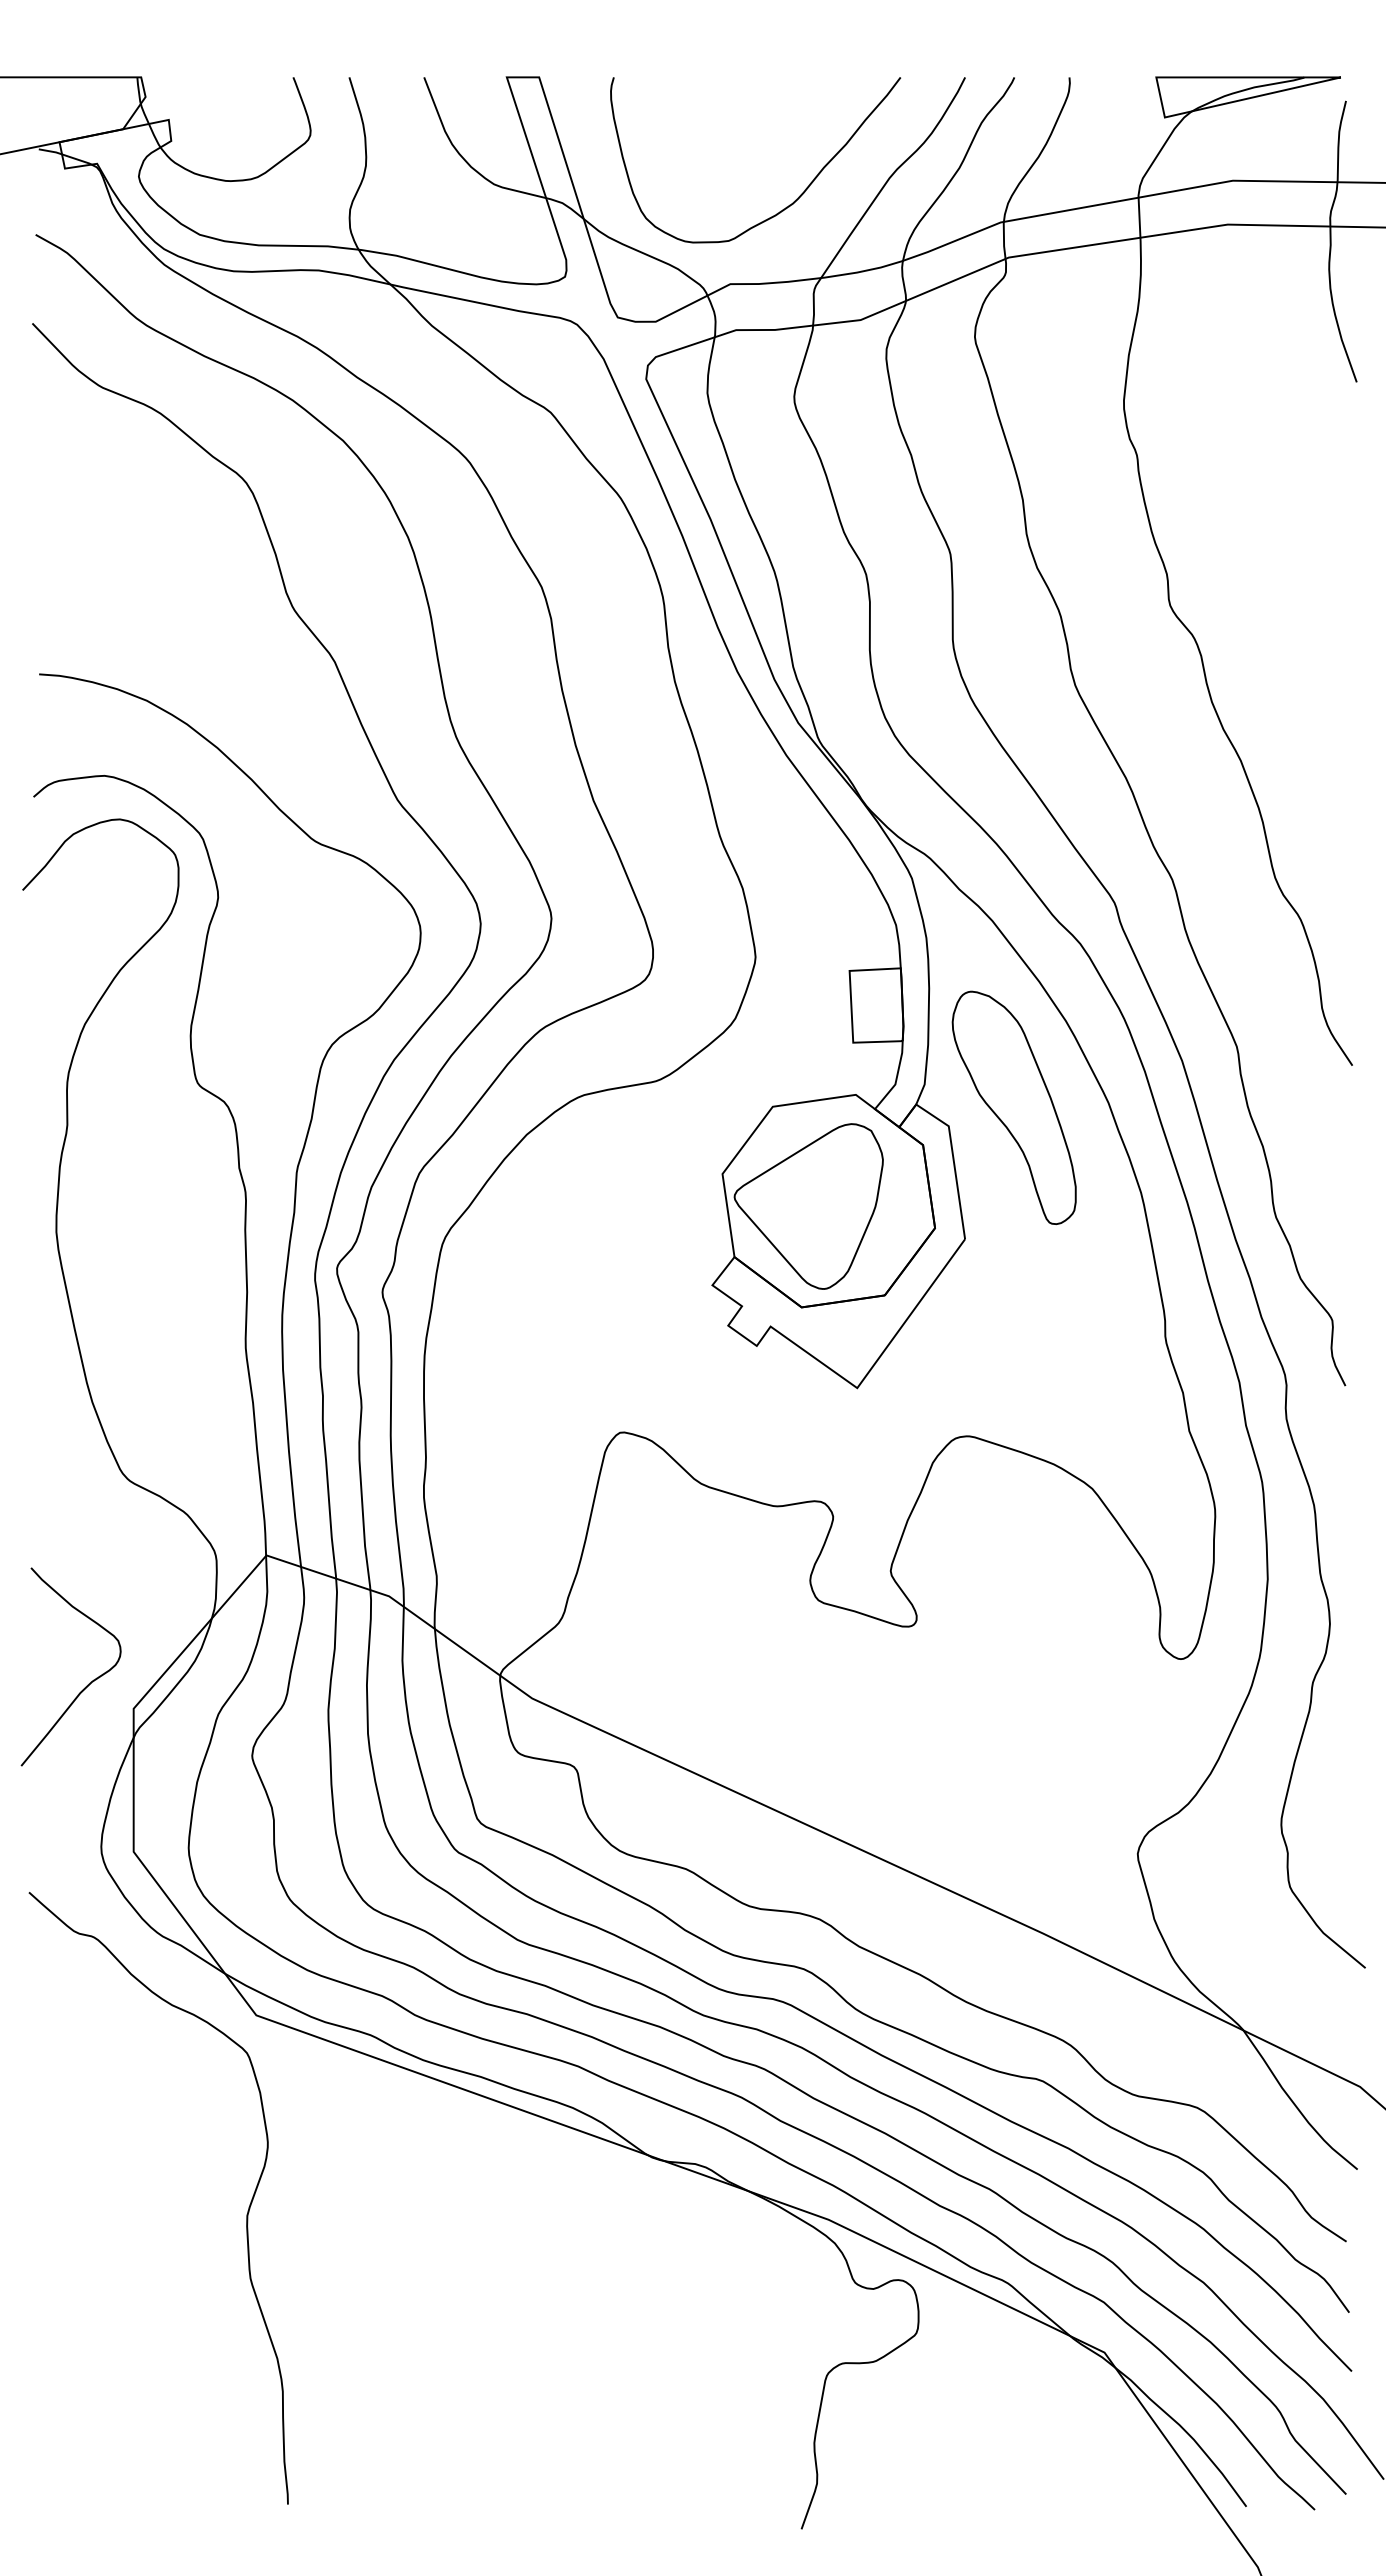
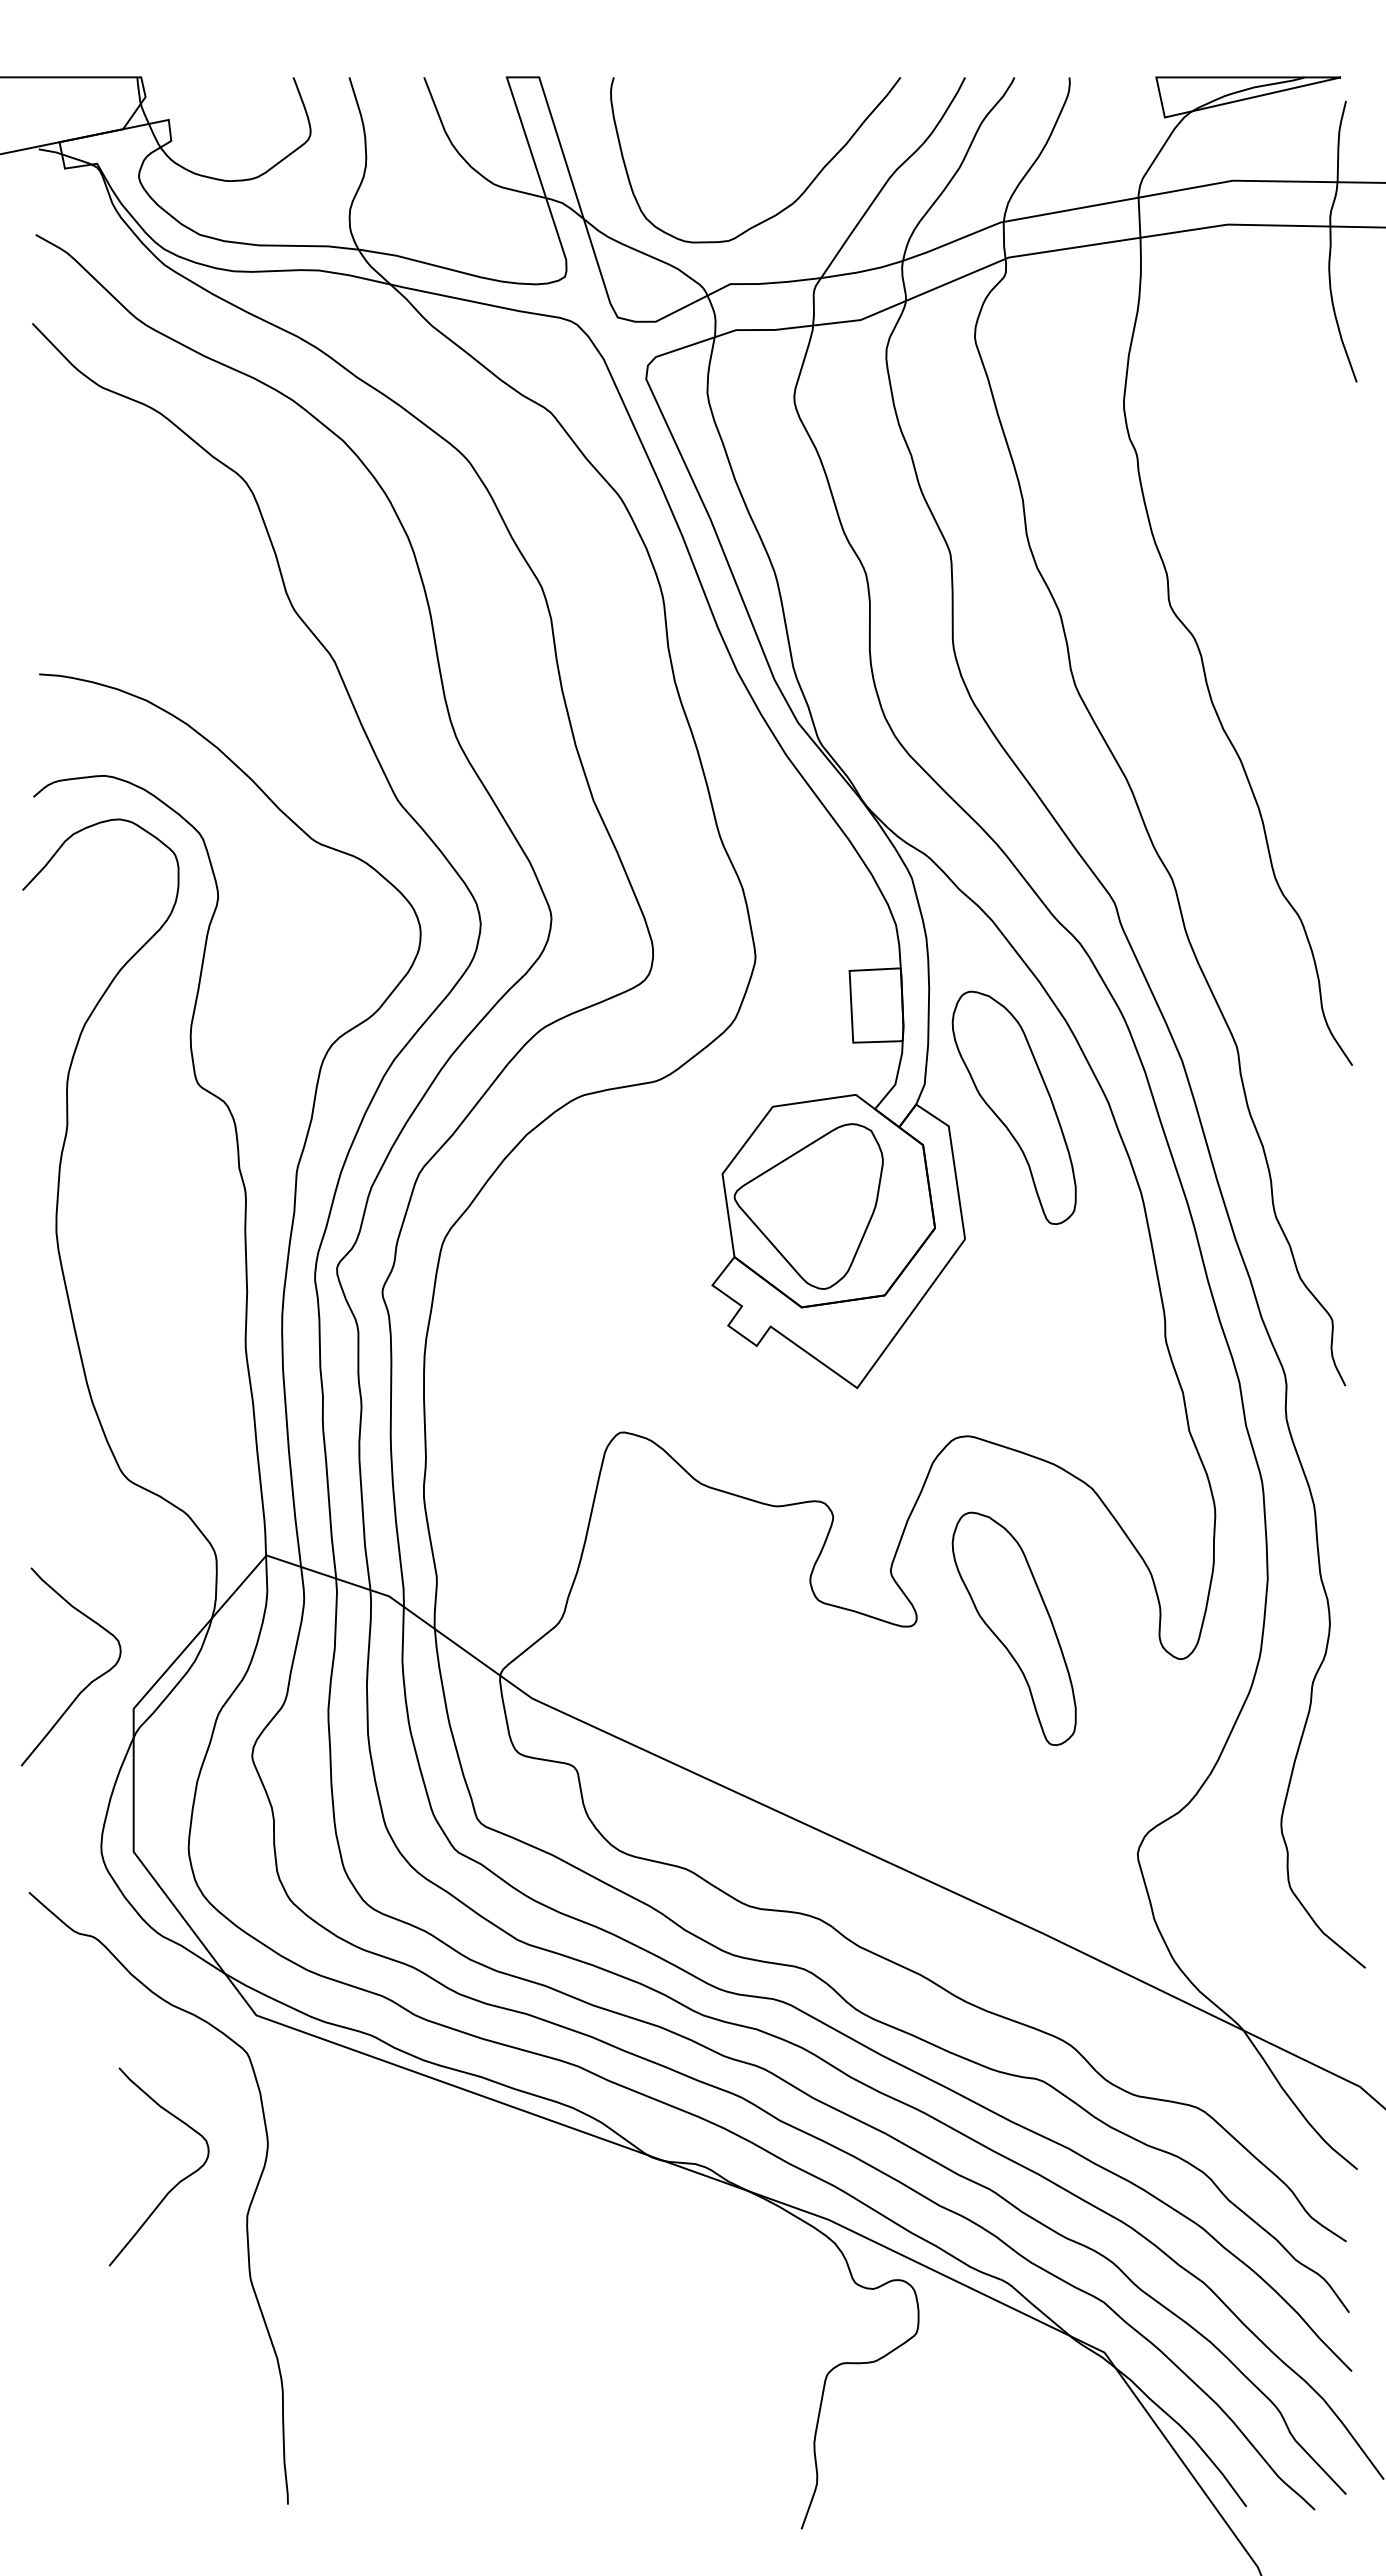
part at (1013, 1628): none -> present
curve at (176, 2183): none -> present
